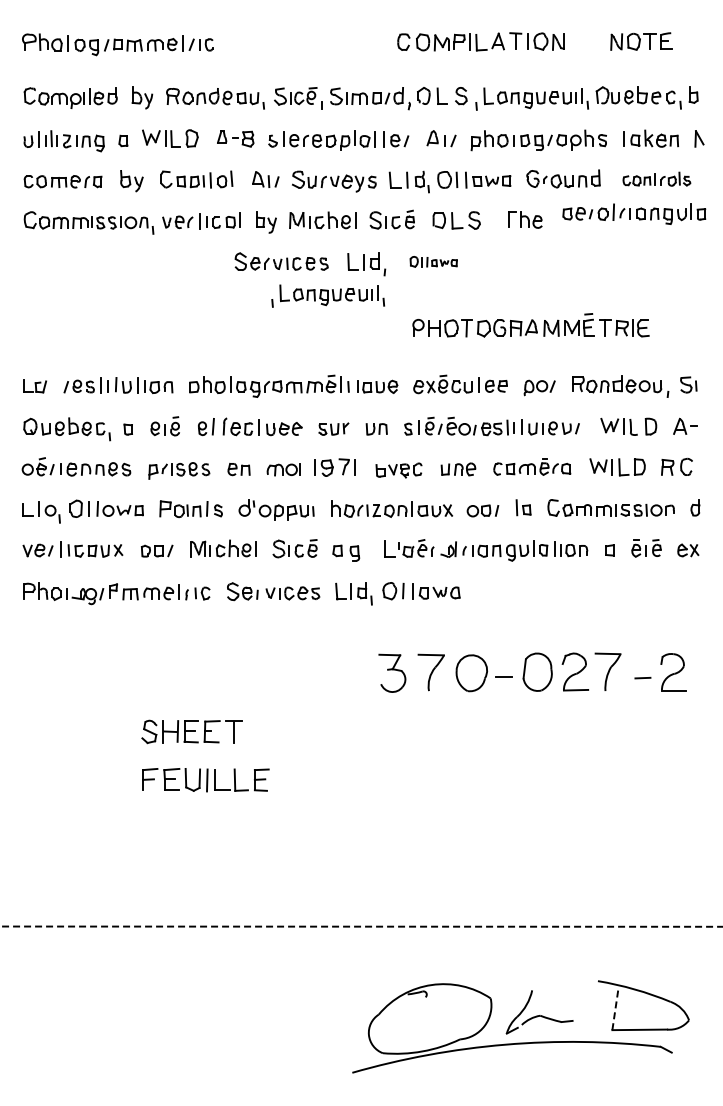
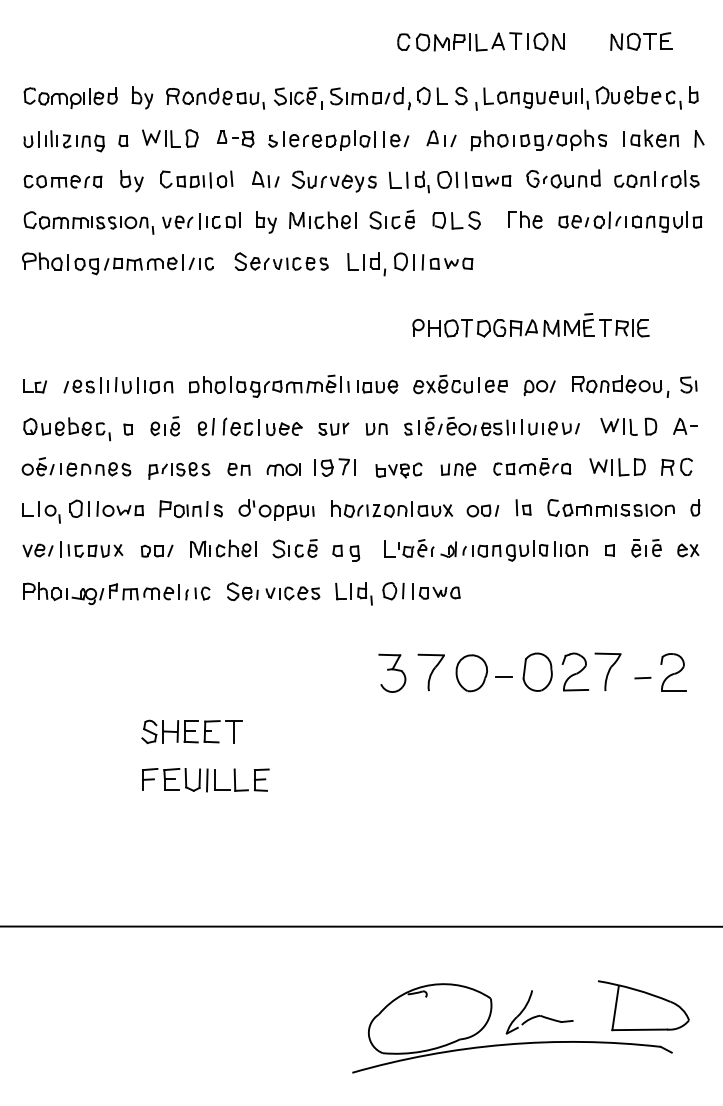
part at (117, 44) position: (117, 44) -> (117, 263)
part at (656, 178) size: 70x16 px -> 86x19 px
part at (634, 213) position: (634, 213) -> (630, 221)
part at (433, 261) size: 49x12 px -> 80x20 px
part at (327, 295): present -> none
line at (361, 926): dashed -> solid
line at (615, 1008): dashed -> solid
